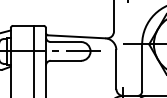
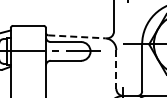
line at (76, 36): solid -> dashed
line at (34, 59): present -> none
line at (116, 70): solid -> dashed
